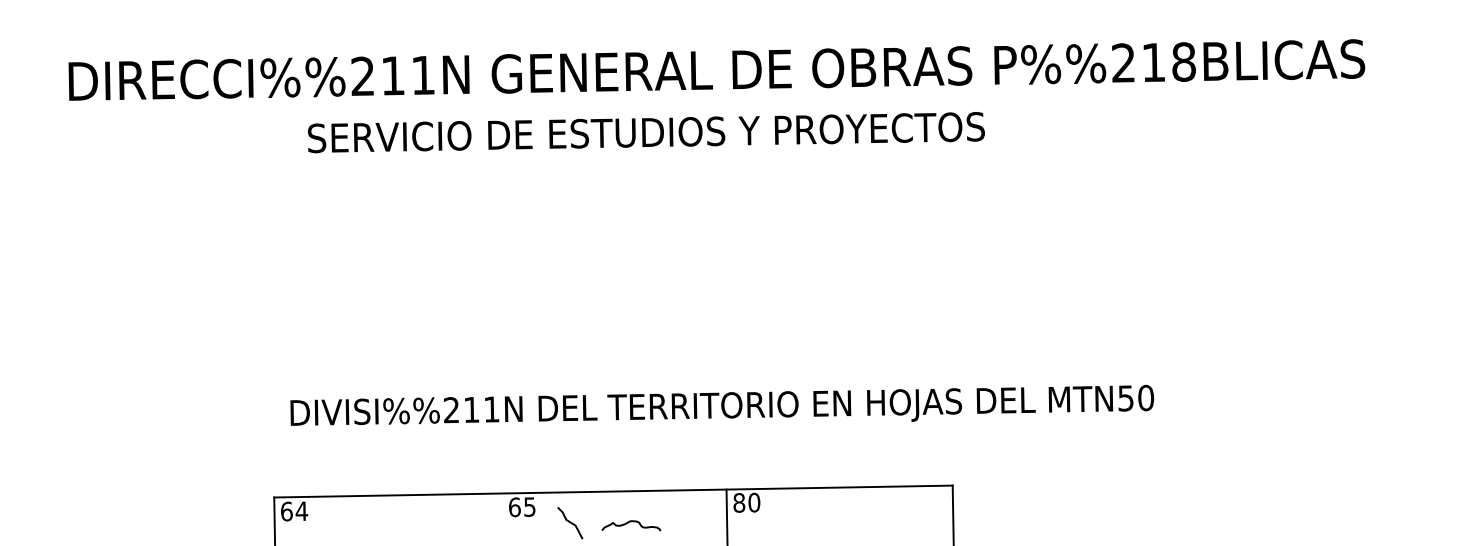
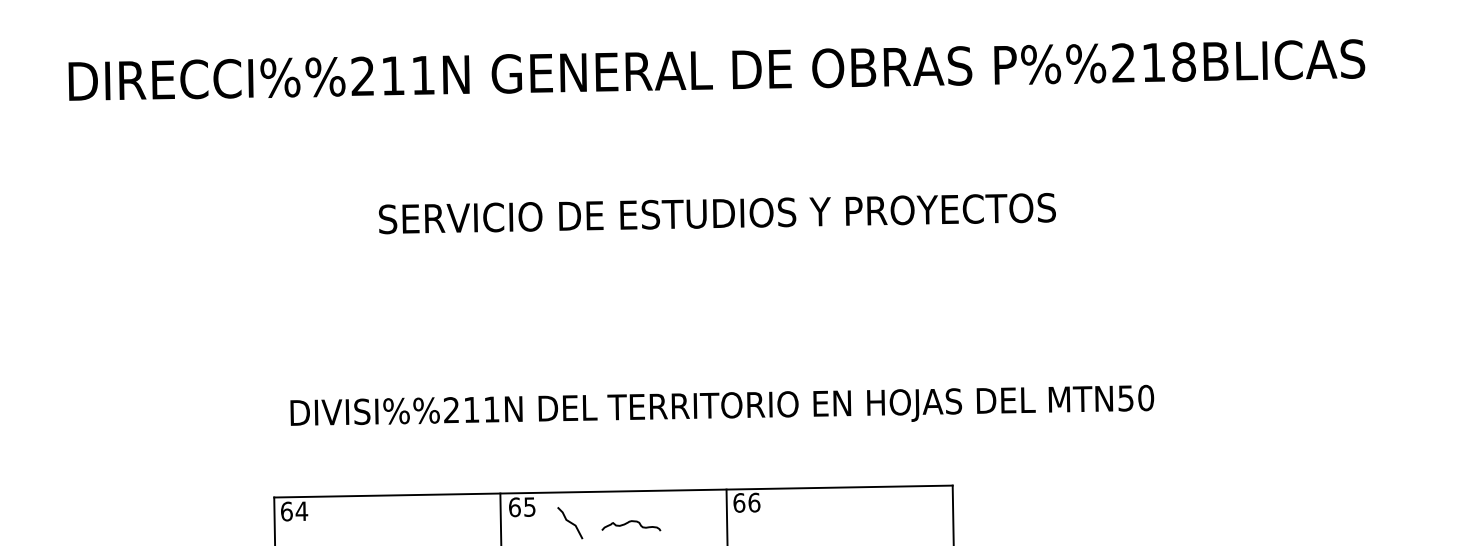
text at (646, 132) position: (646, 132) -> (717, 213)
text at (746, 502): 80 -> 66
line at (500, 517): none -> present
